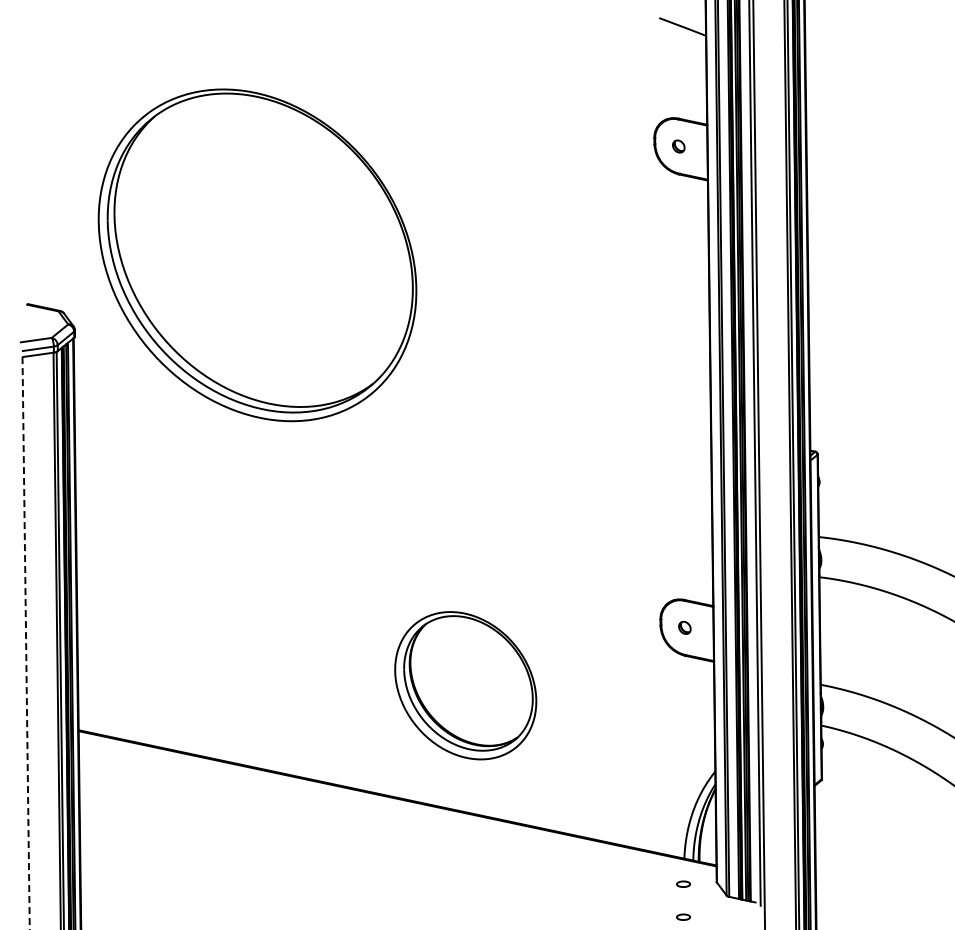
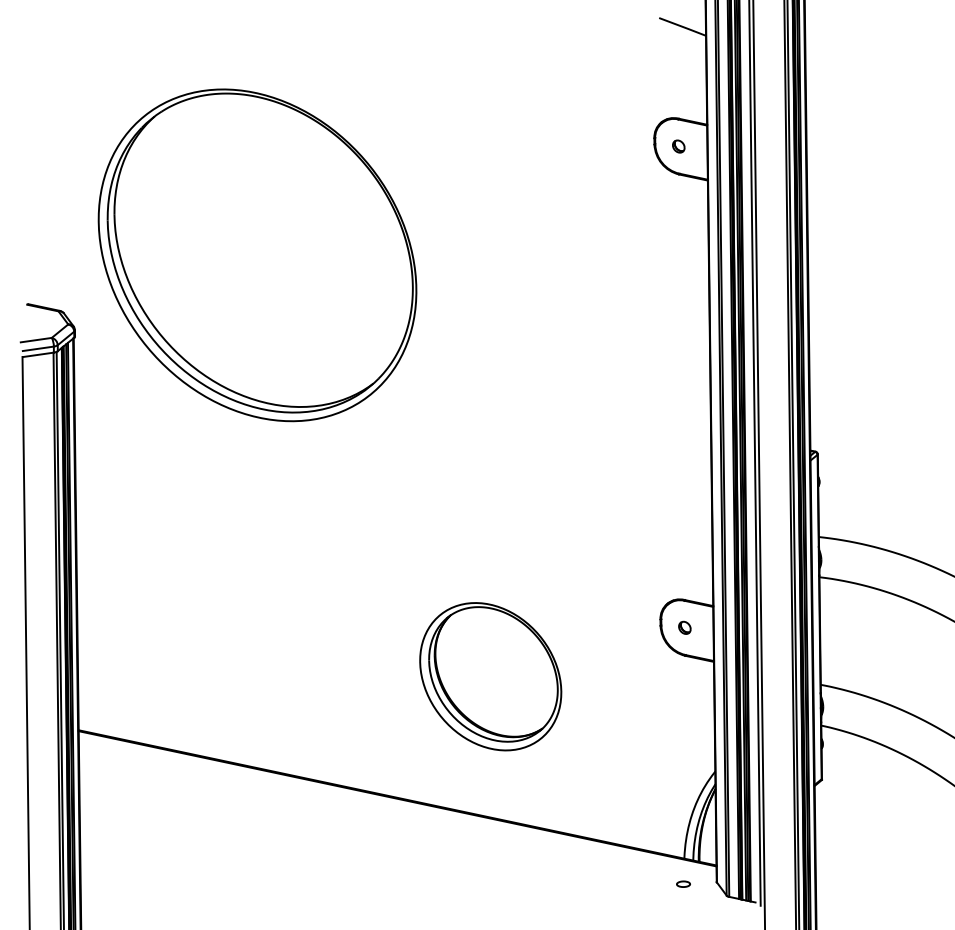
line at (26, 643): dashed -> solid
part at (465, 685) position: (465, 685) -> (490, 676)
part at (683, 916): present -> none
